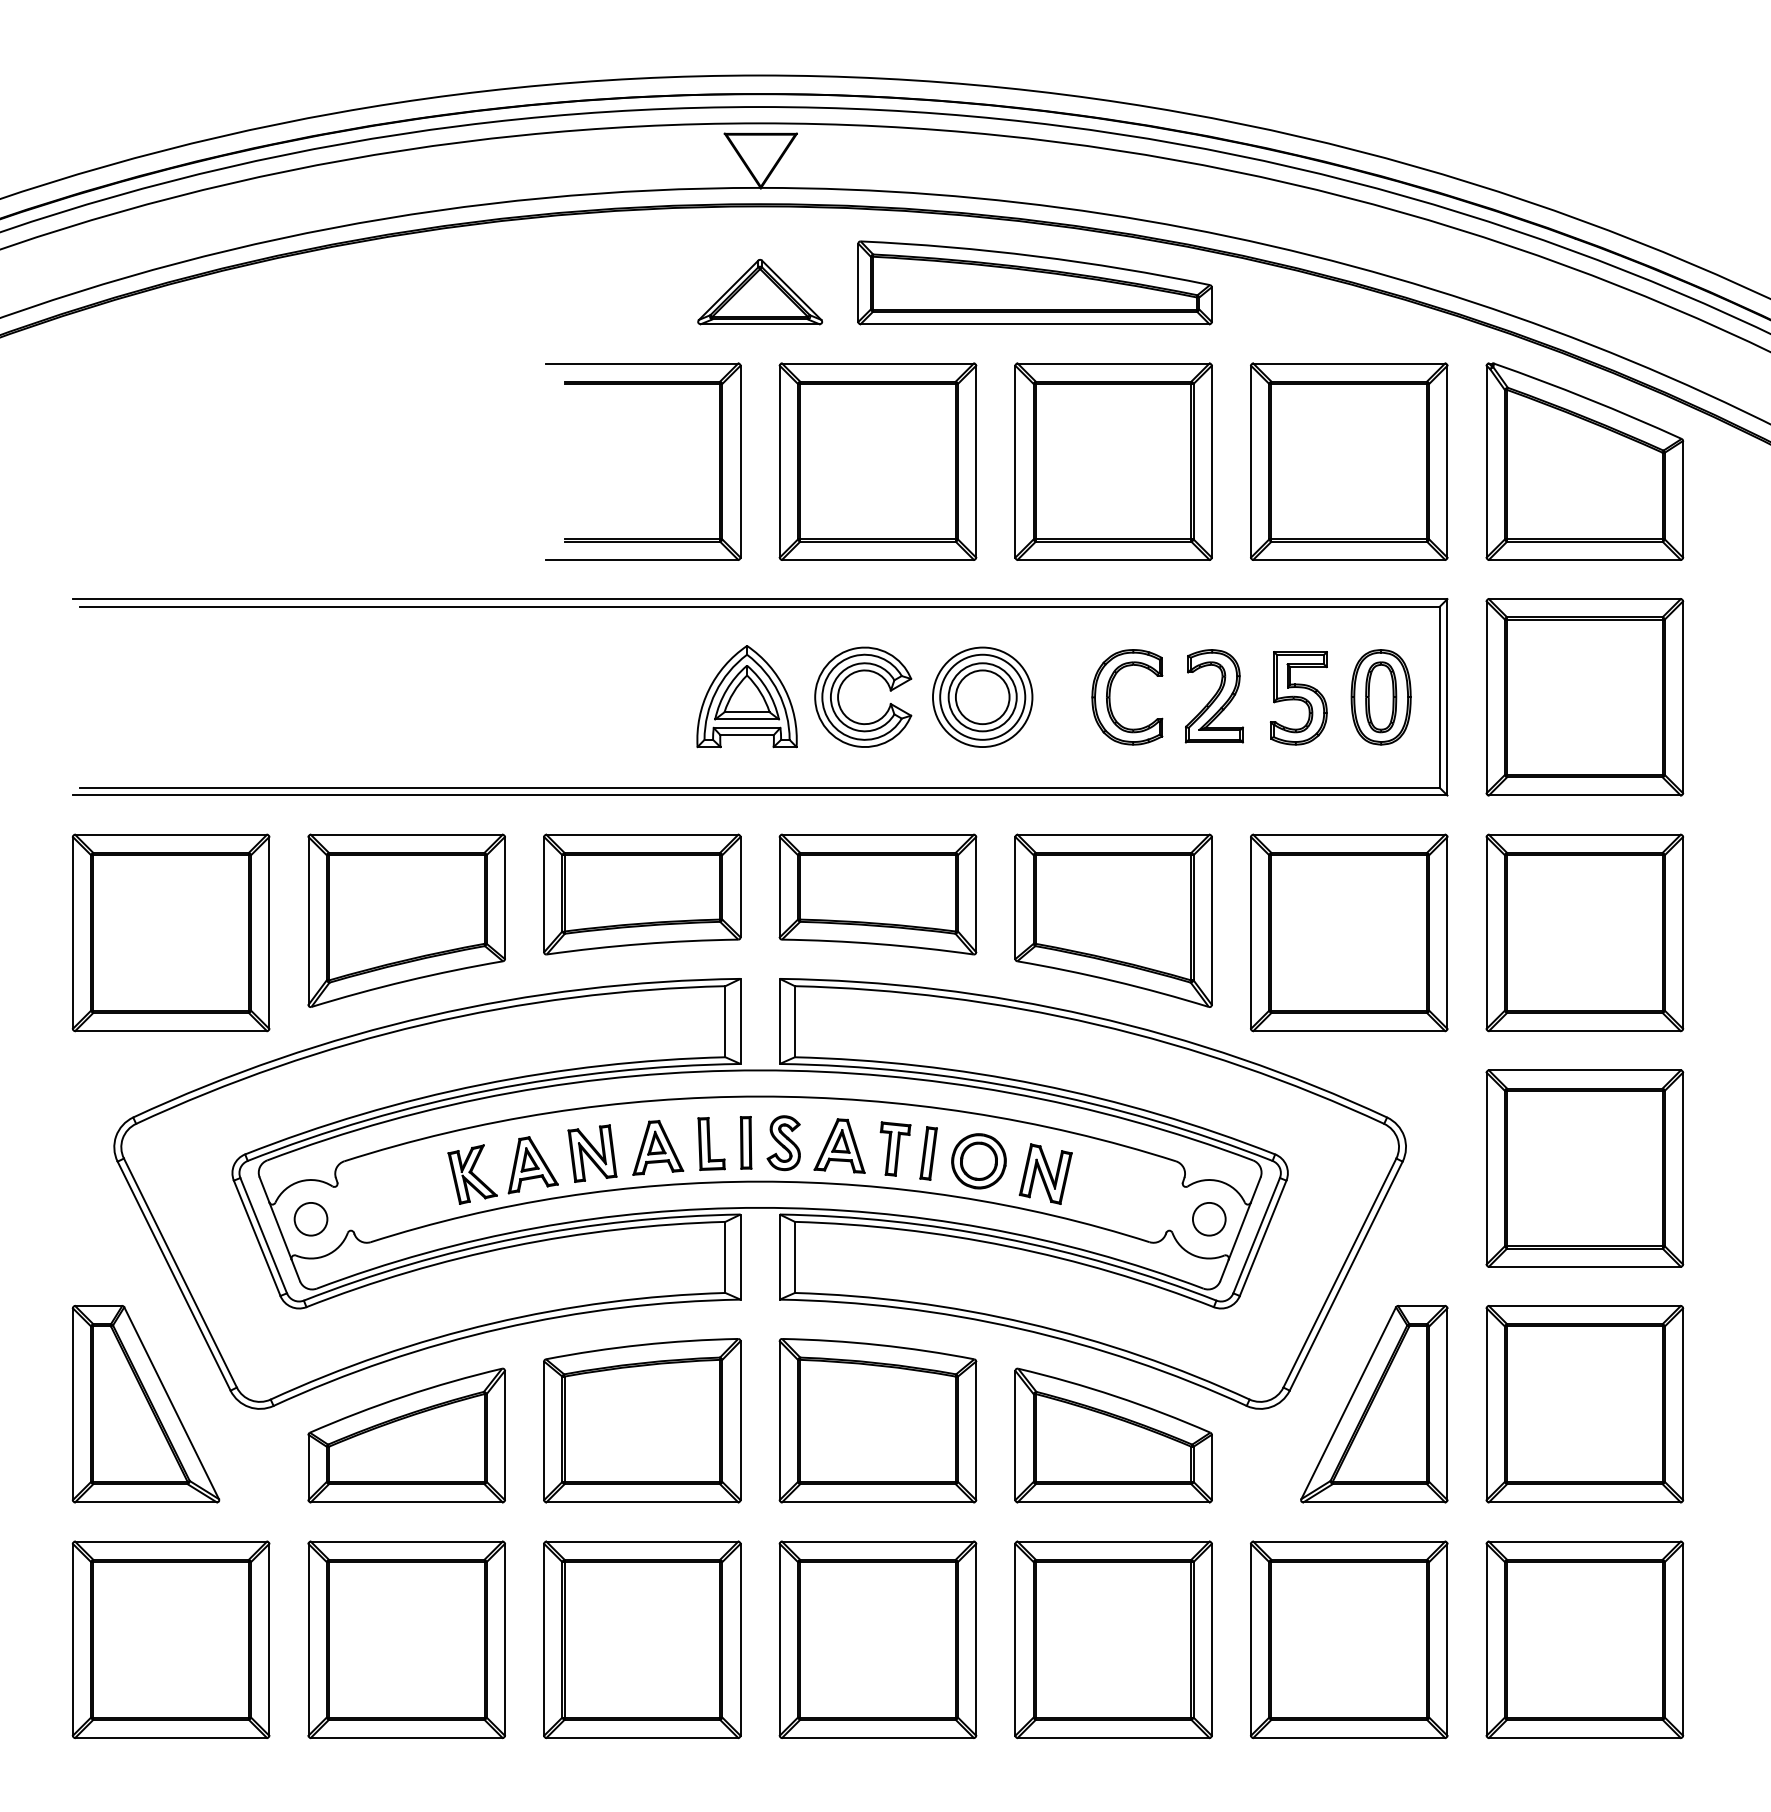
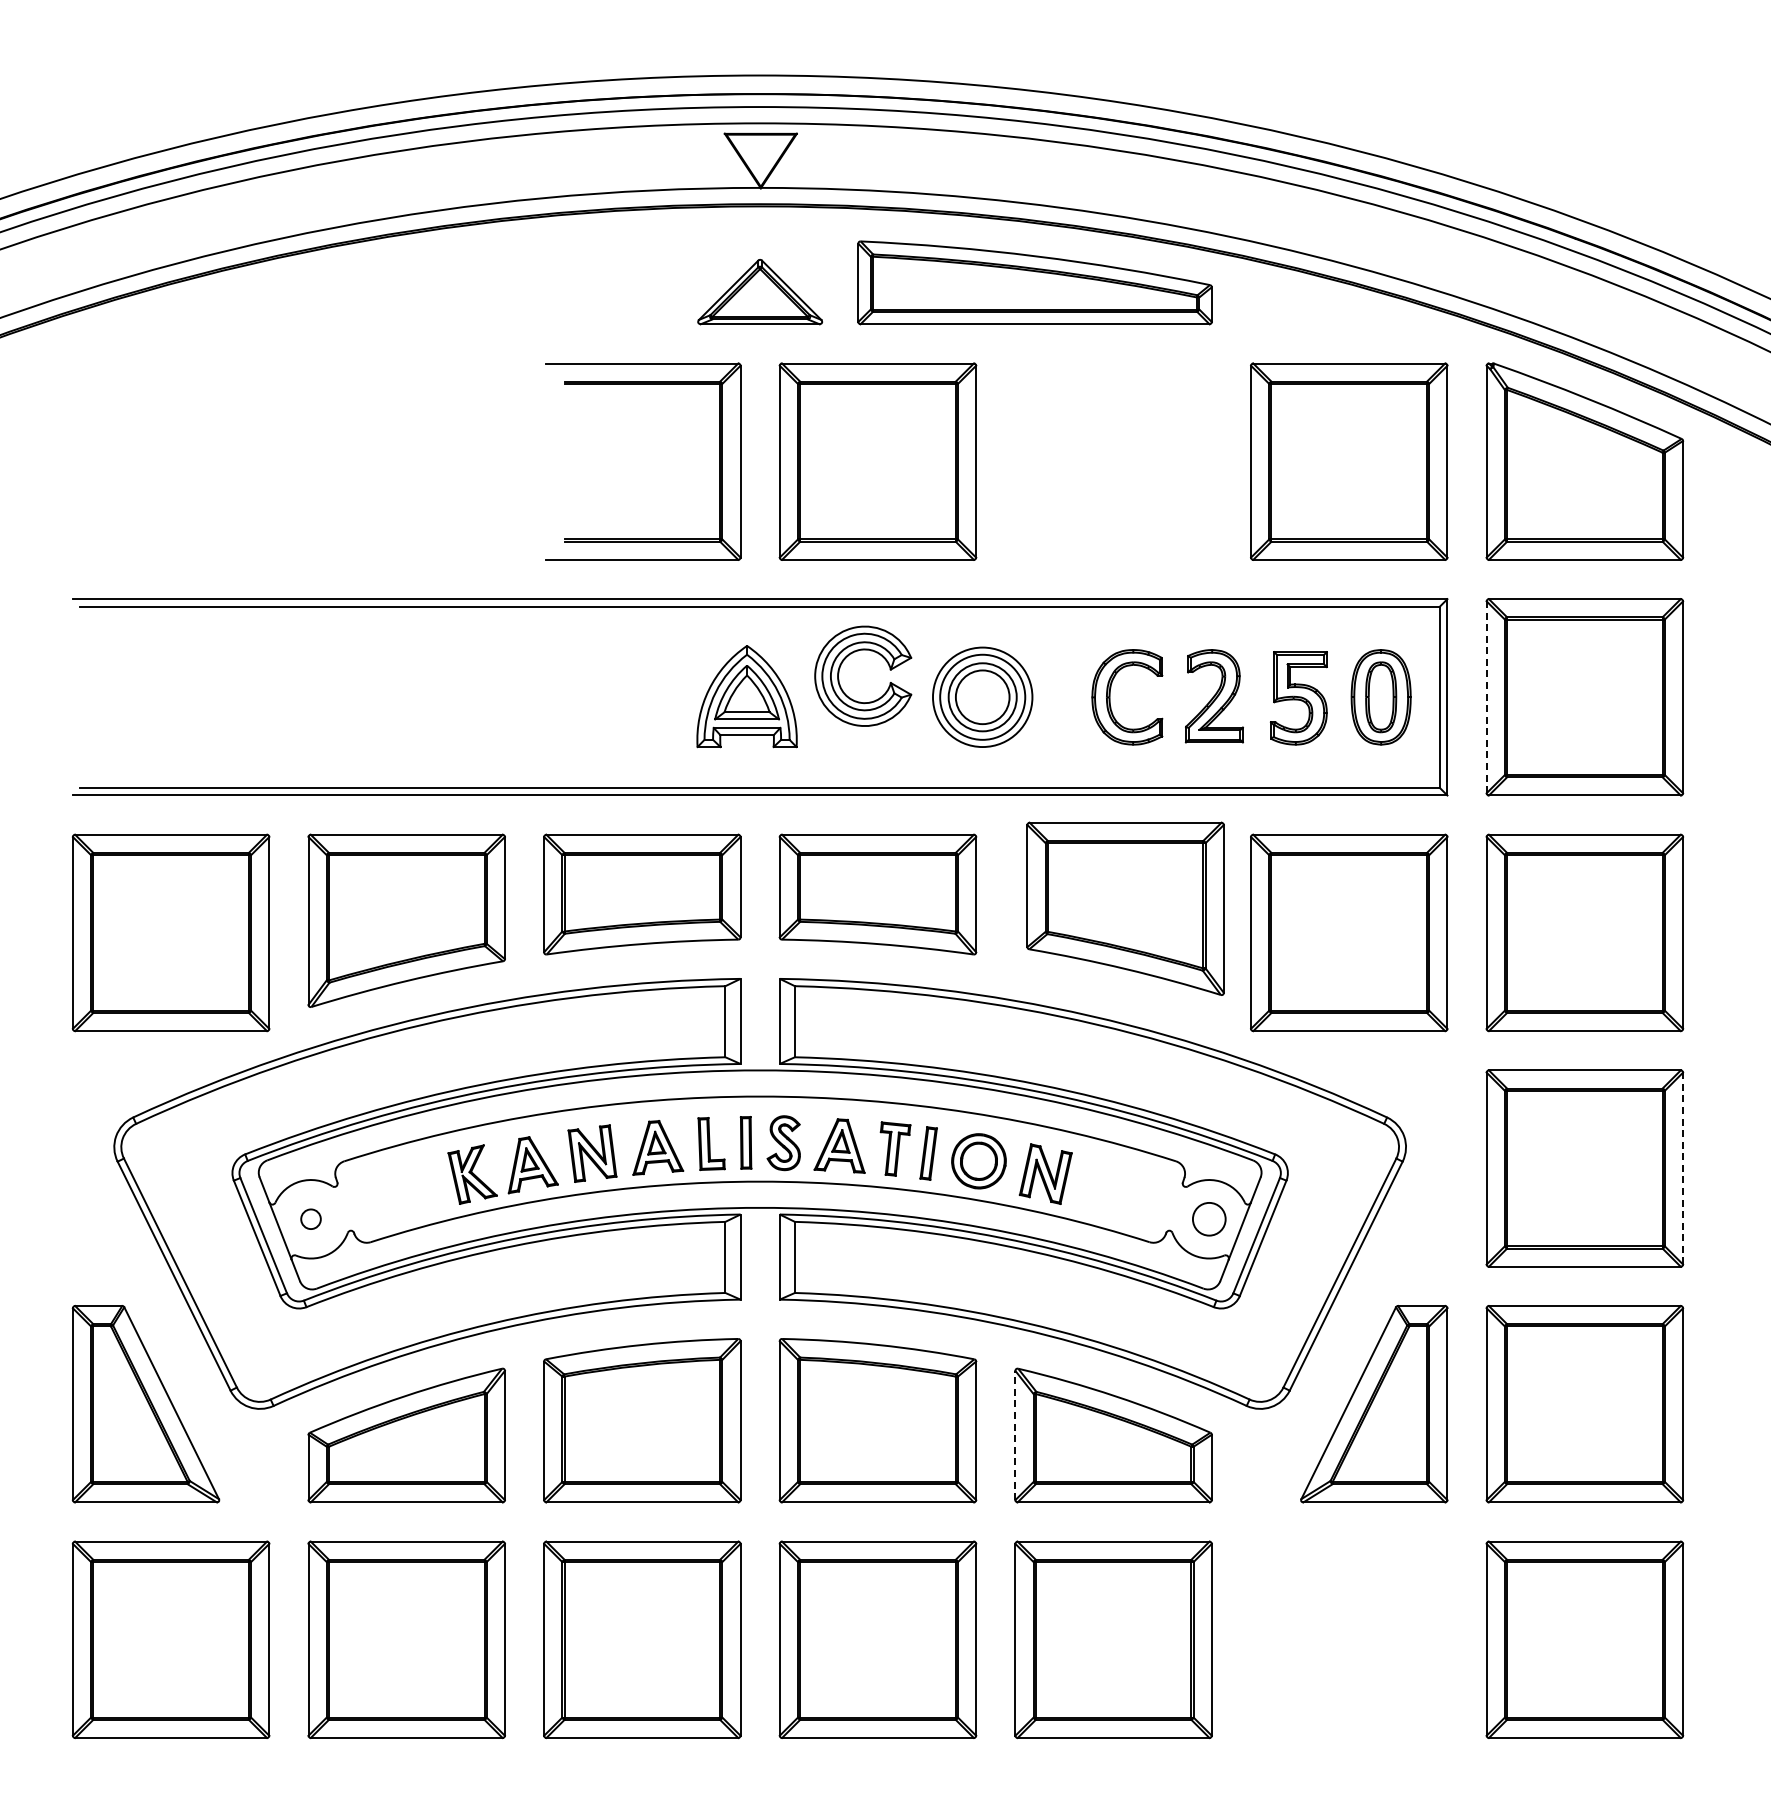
part at (1113, 461): present -> none
part at (843, 683) position: (843, 683) -> (843, 662)
line at (1486, 697): solid -> dashed
part at (1113, 920) position: (1113, 920) -> (1125, 908)
line at (1683, 1168): solid -> dashed
circle at (310, 1218) diameter: 33 px -> 20 px
line at (1015, 1435): solid -> dashed
part at (1349, 1639): present -> none
